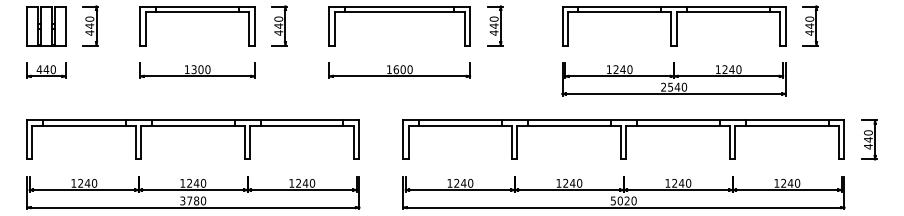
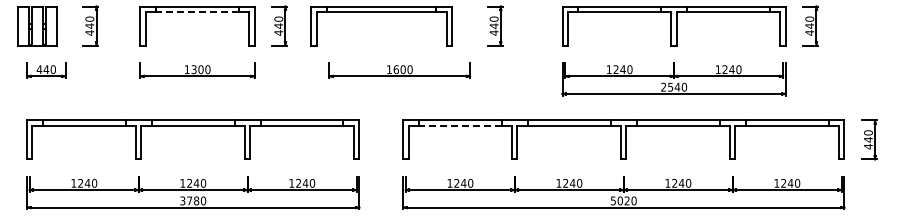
line at (197, 11): solid -> dashed
part at (399, 12) position: (399, 12) -> (381, 12)
part at (46, 26) position: (46, 26) -> (37, 26)
line at (459, 125): solid -> dashed
